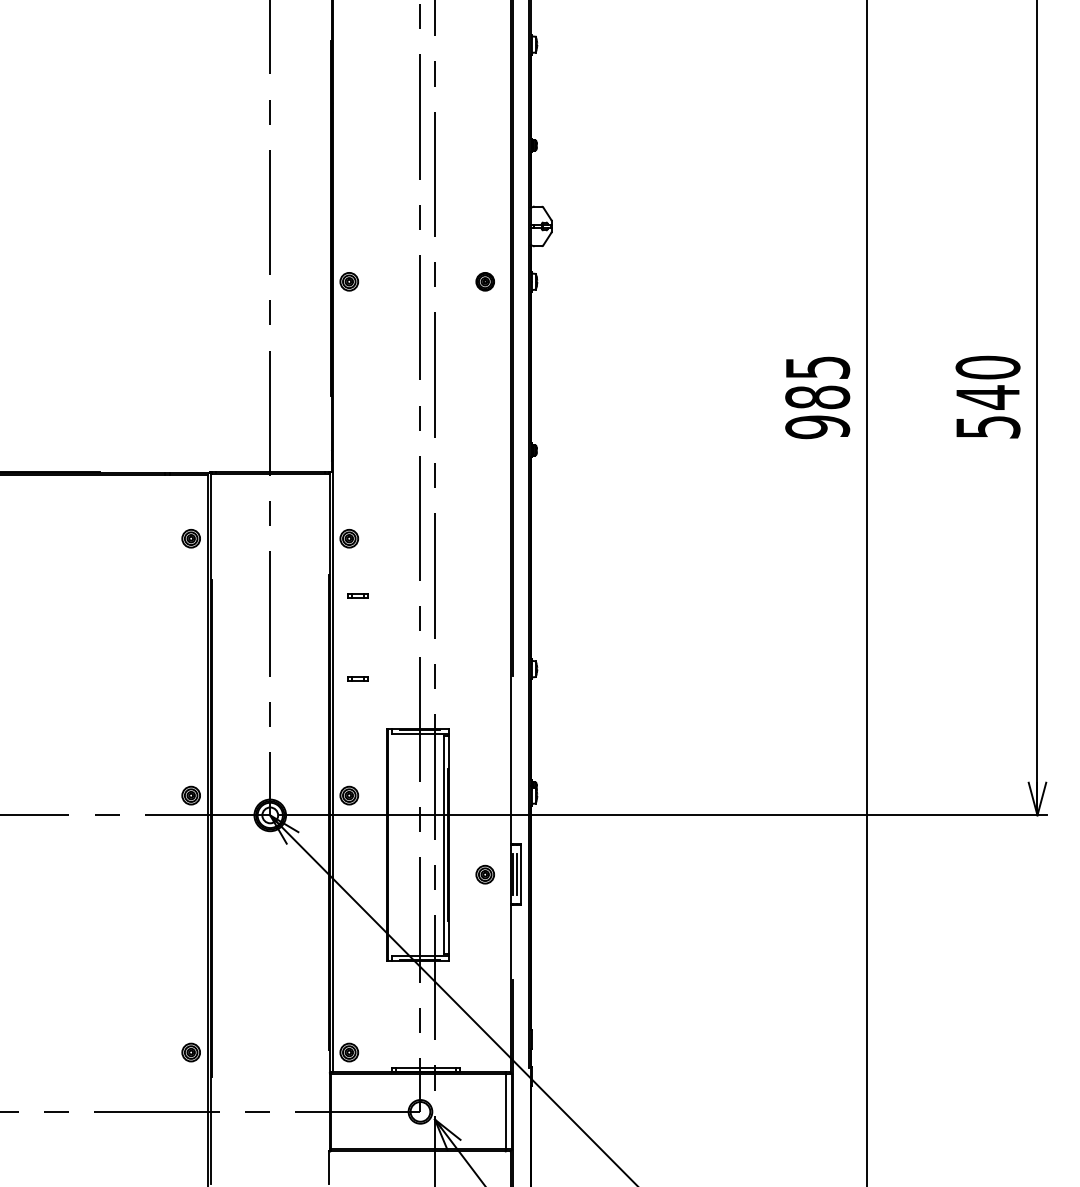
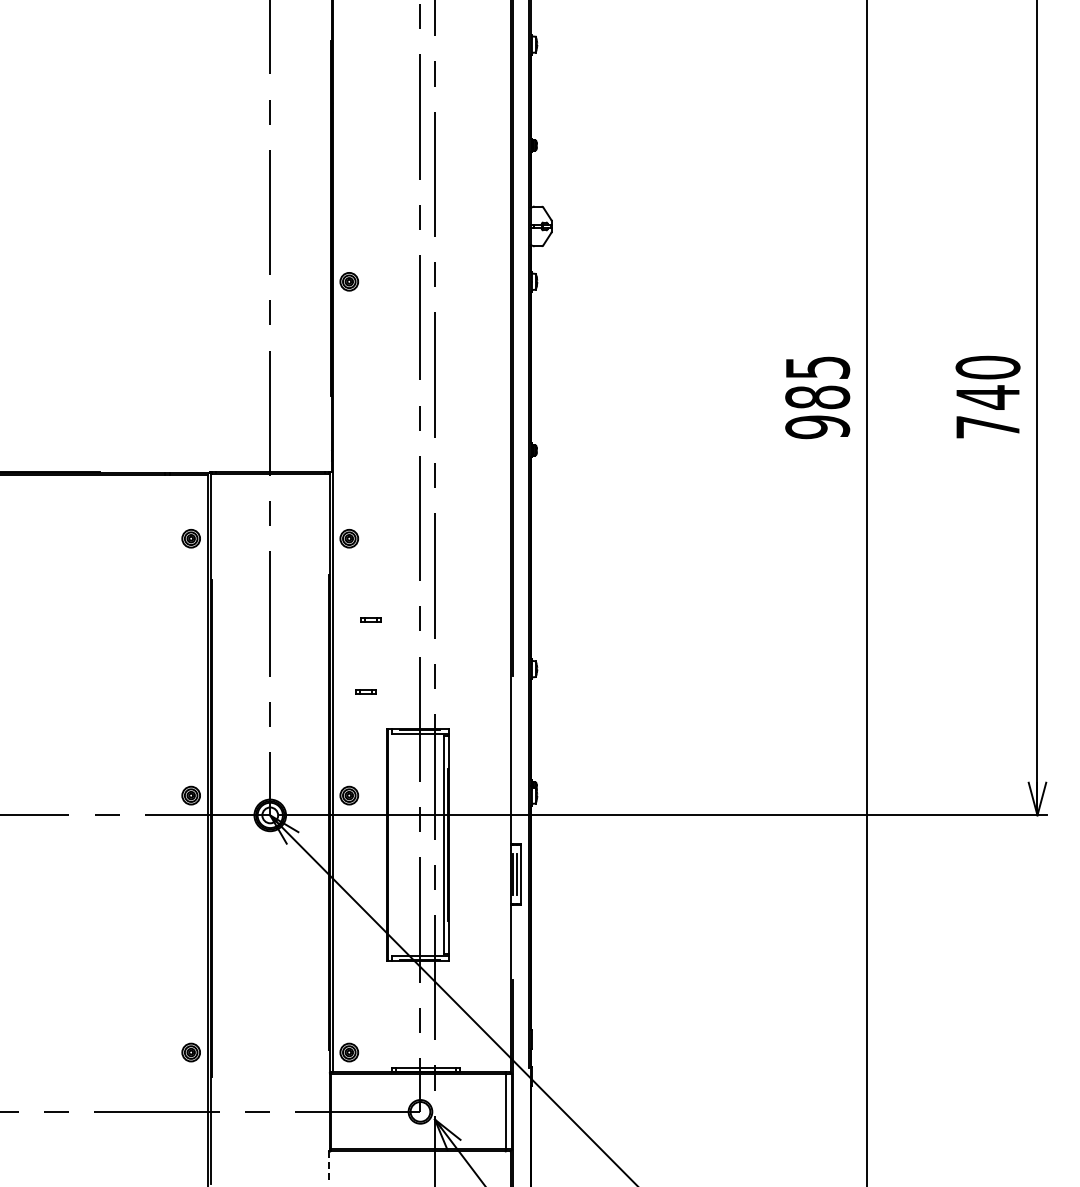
part at (484, 281): present -> none
text at (988, 427): 540 -> 740
part at (357, 595) position: (357, 595) -> (370, 619)
part at (357, 678) position: (357, 678) -> (365, 691)
part at (484, 874): present -> none
line at (328, 1168): solid -> dashed
